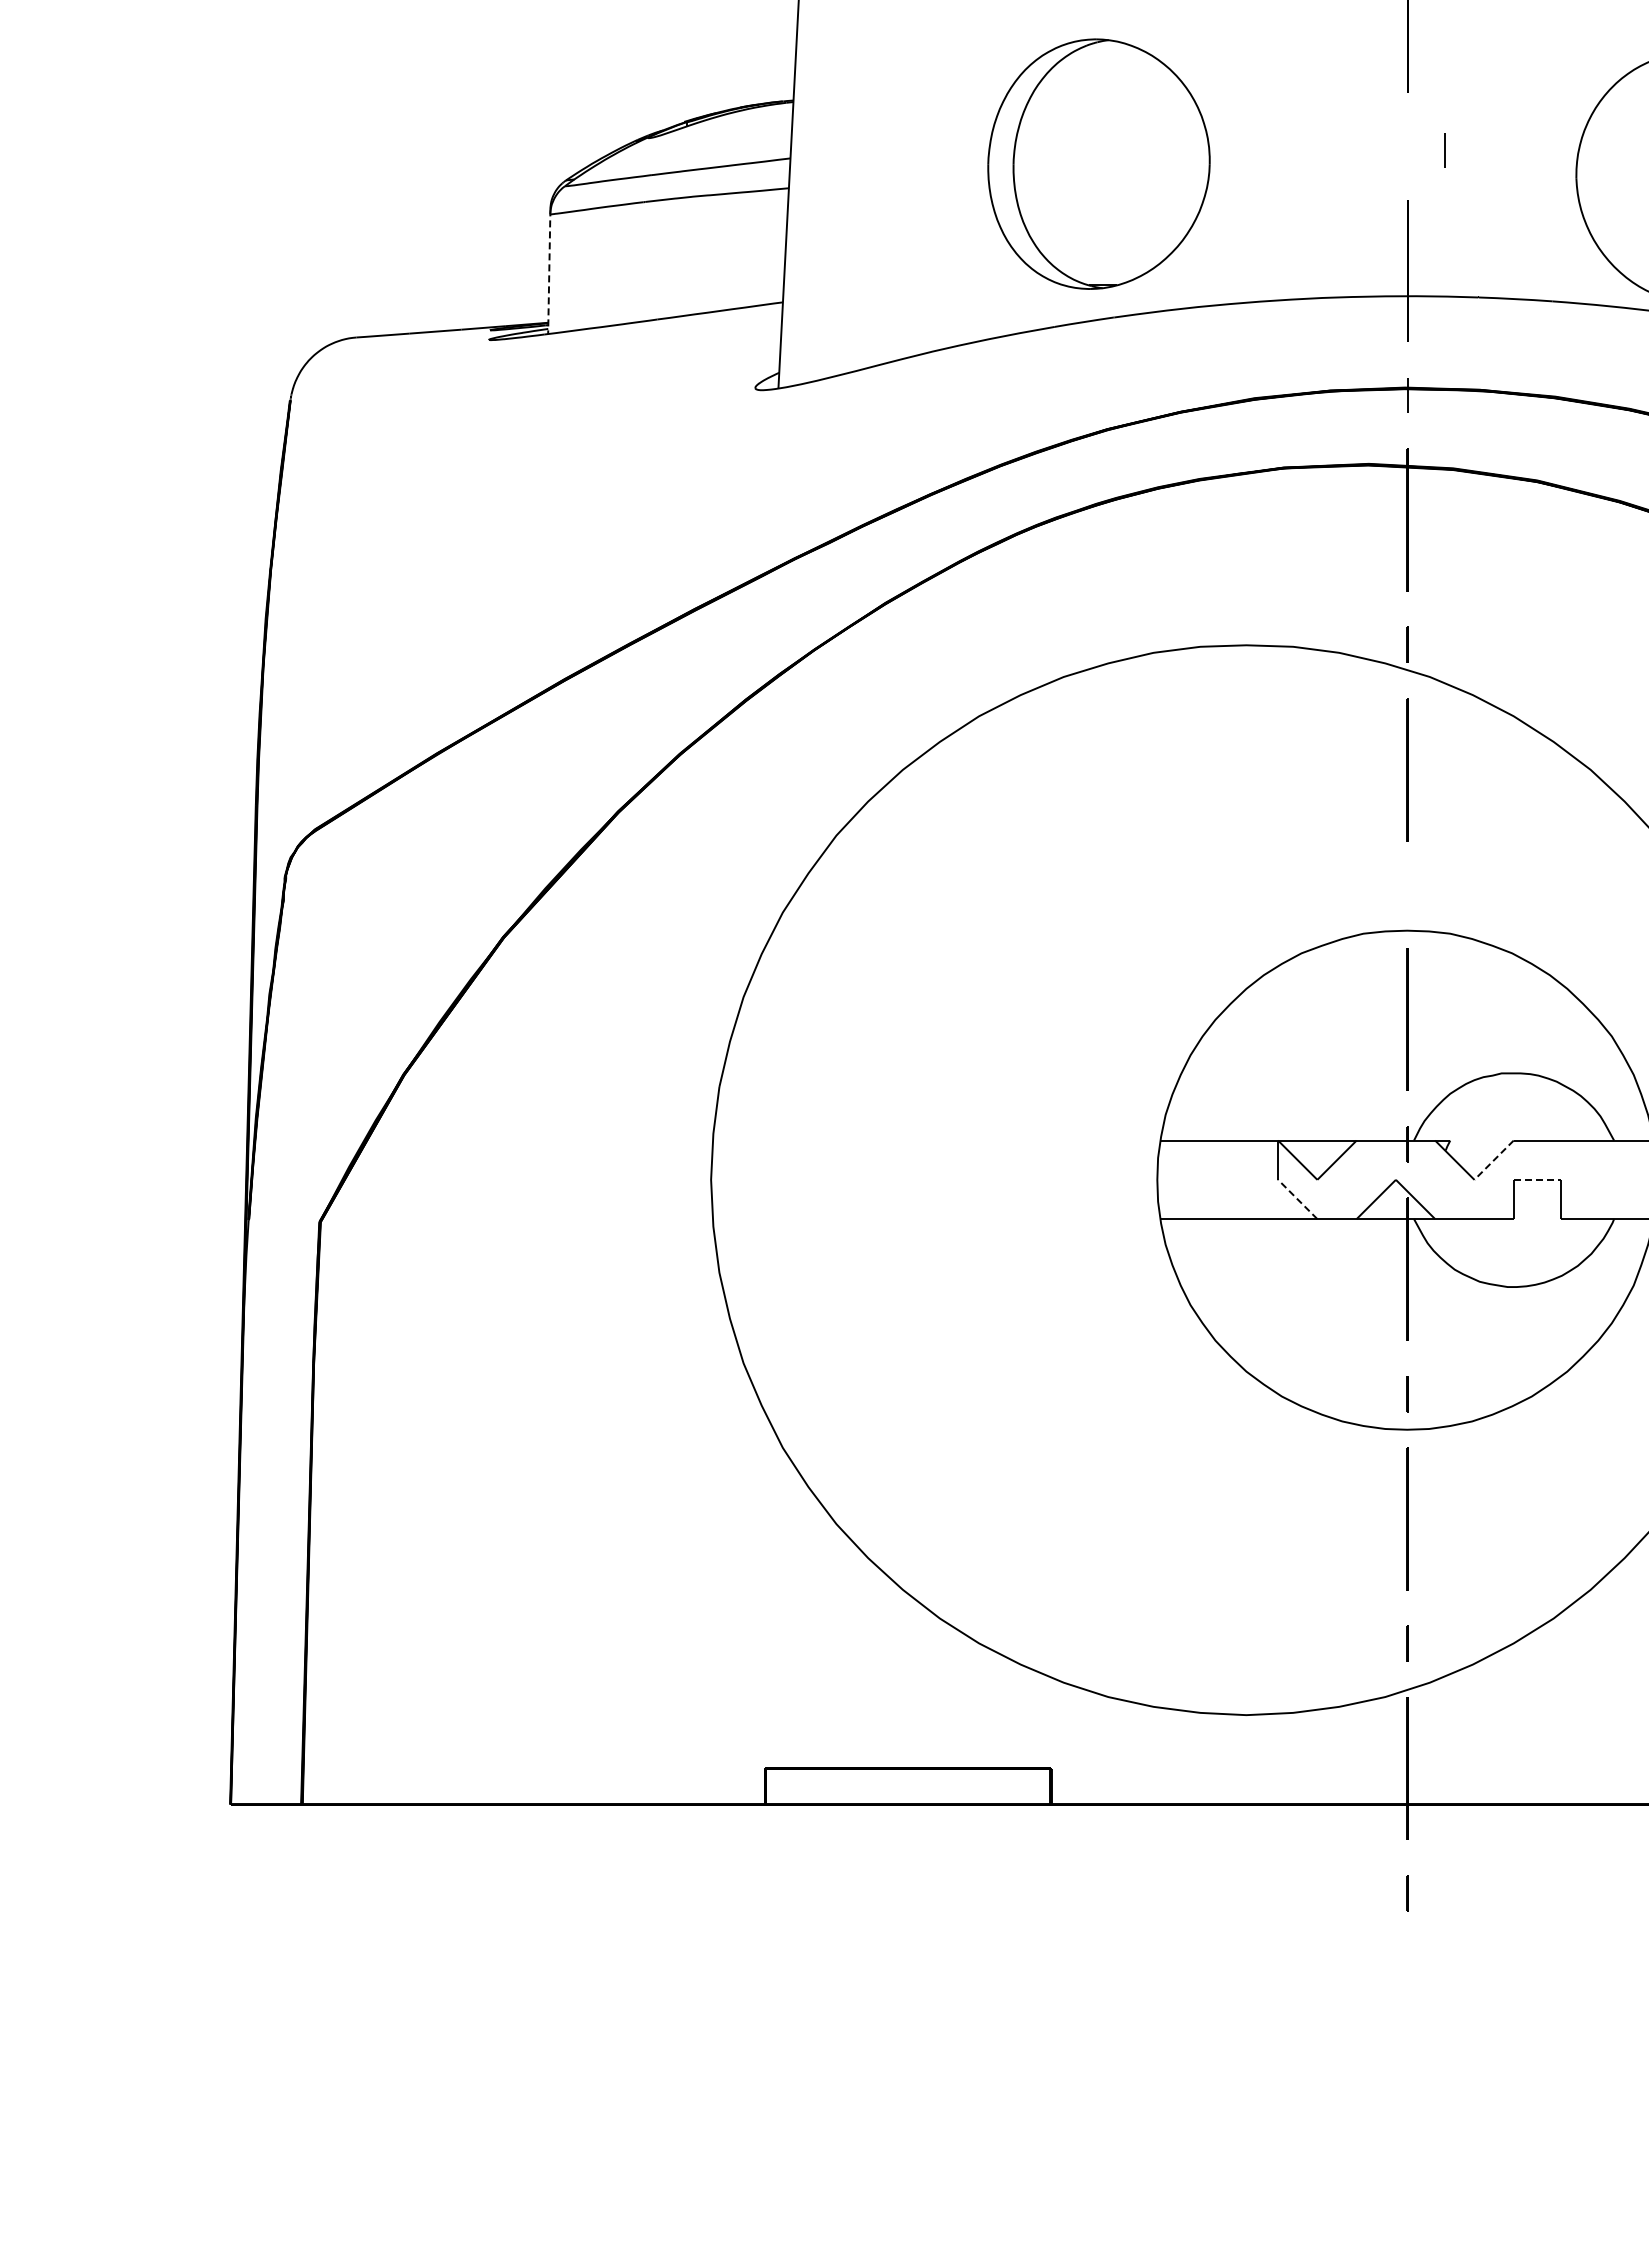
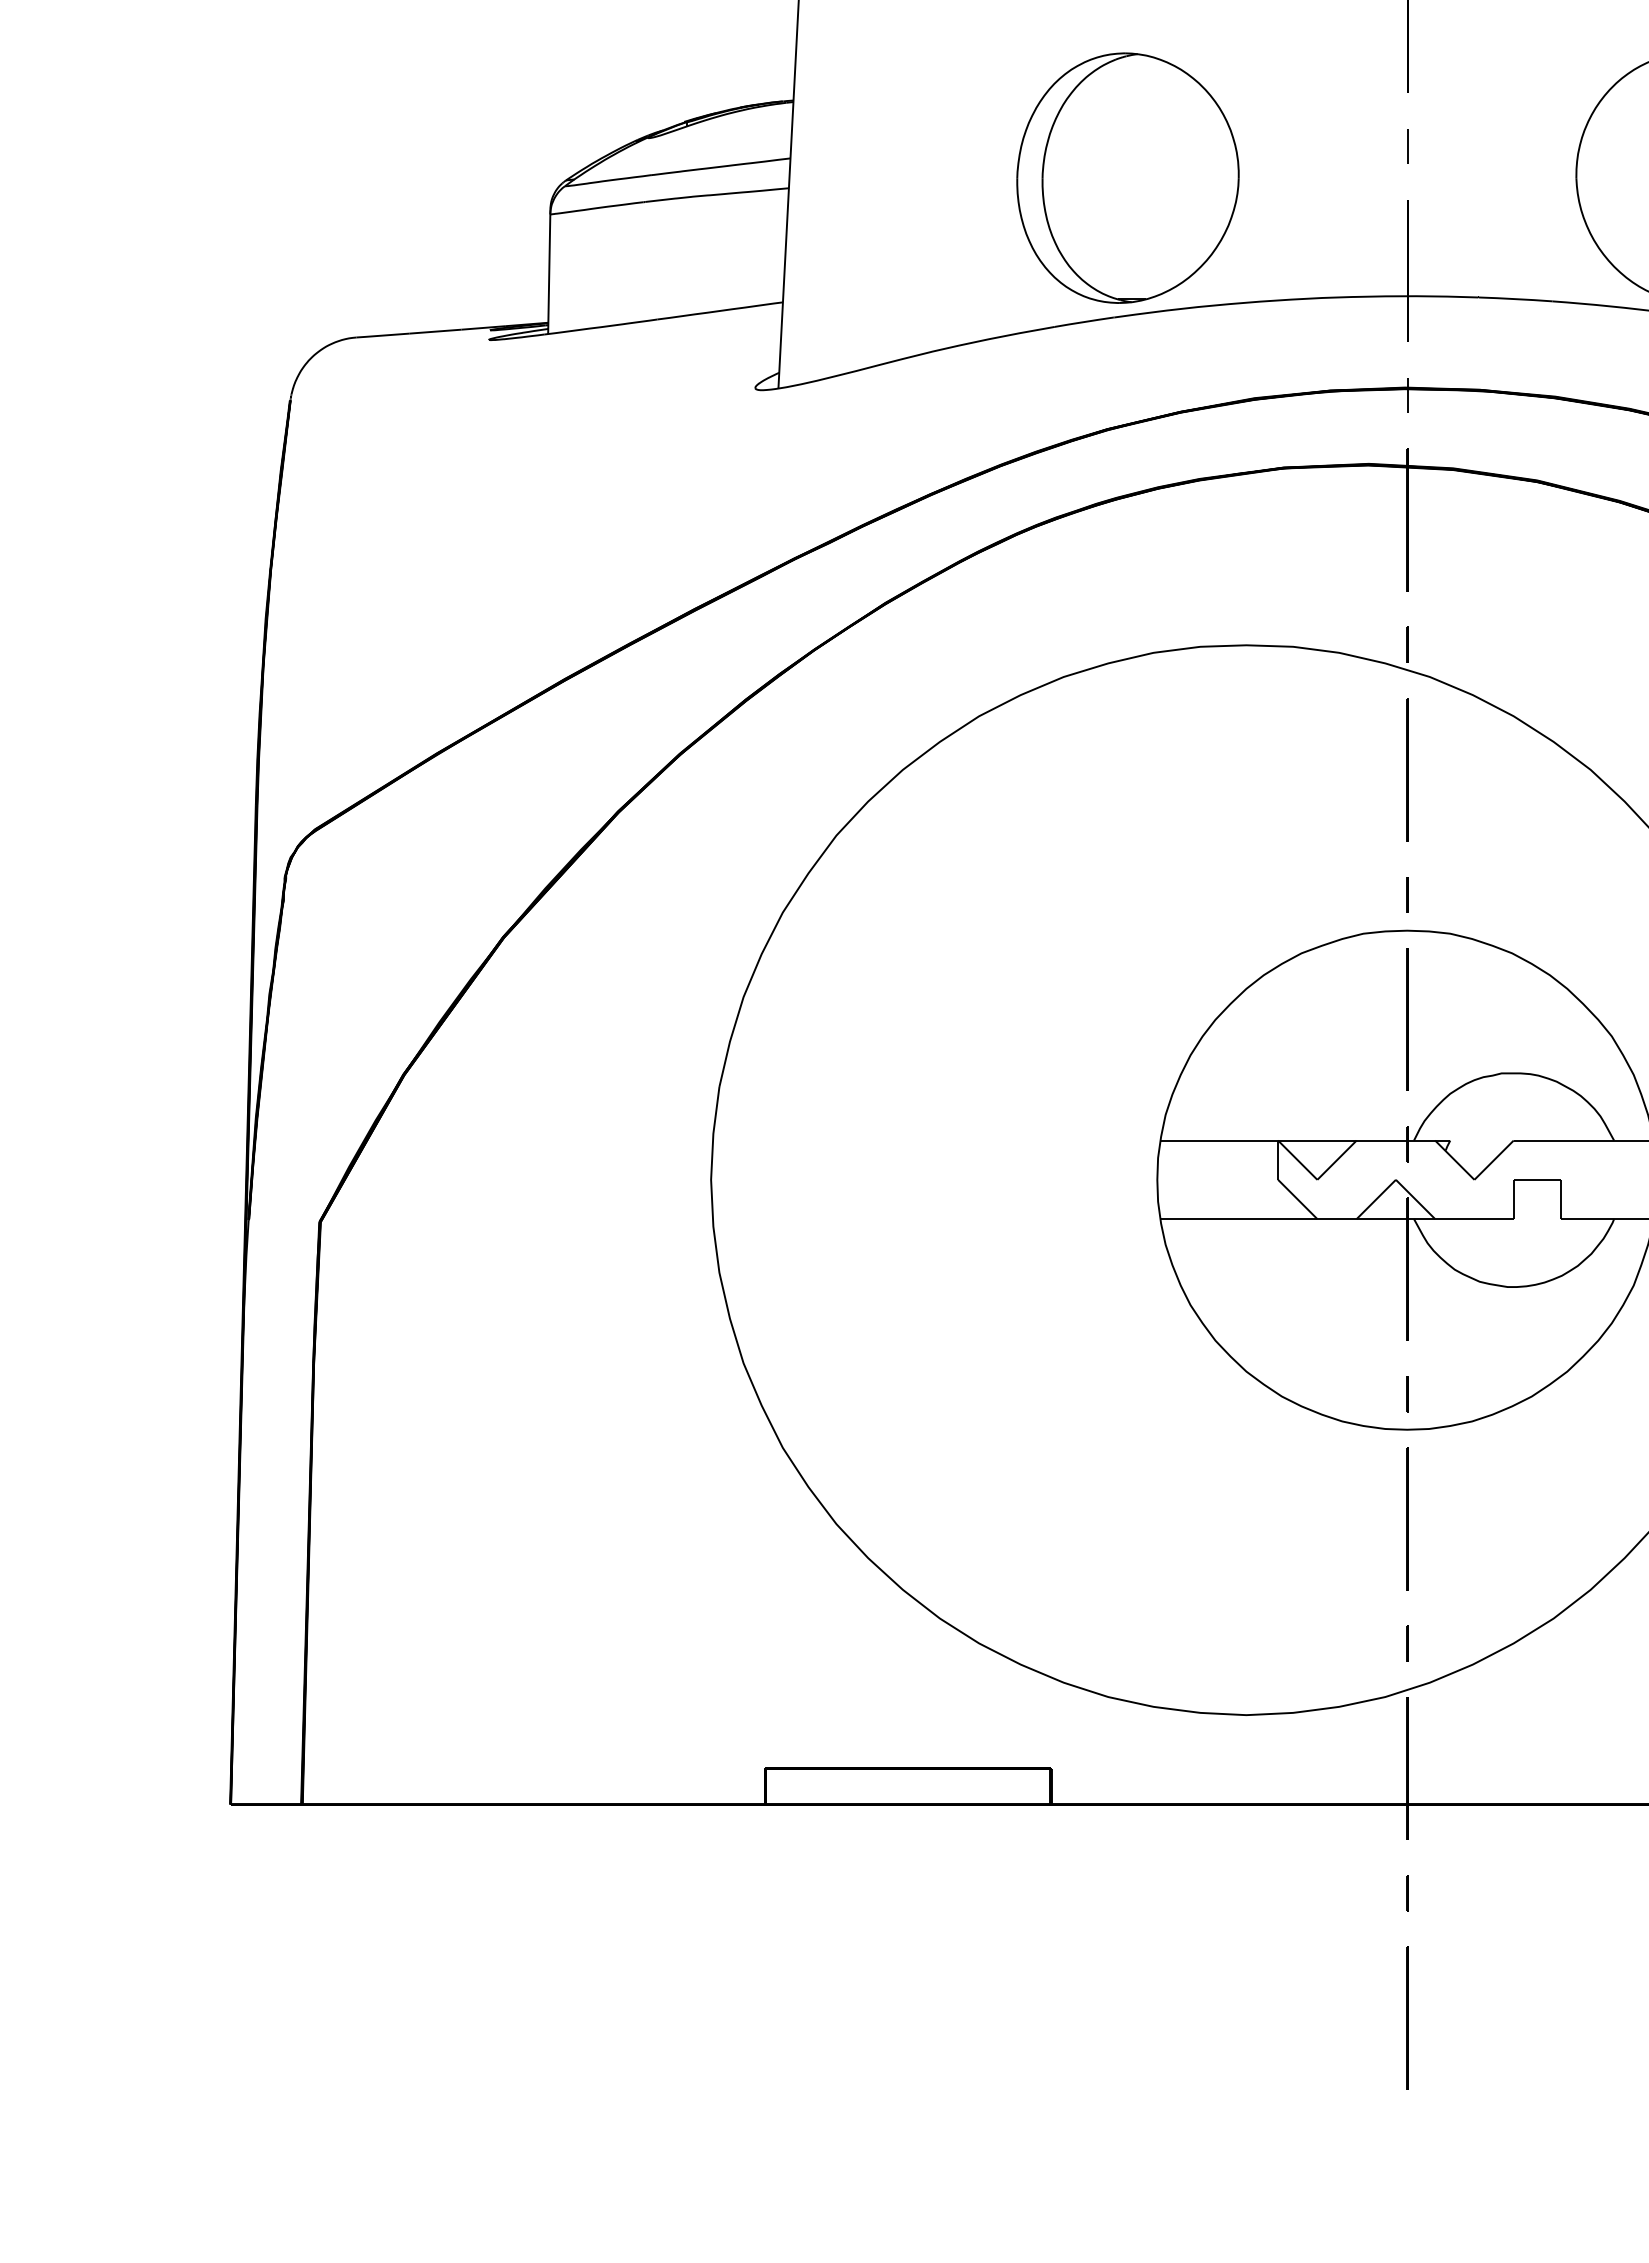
line at (1444, 150) position: (1444, 150) -> (1407, 146)
part at (1098, 163) position: (1098, 163) -> (1127, 177)
line at (549, 272): dashed -> solid
line at (1407, 894): none -> present
line at (1494, 1160): dashed -> solid
line at (1537, 1179): dashed -> solid
line at (1297, 1199): dashed -> solid
line at (1407, 2017): none -> present
